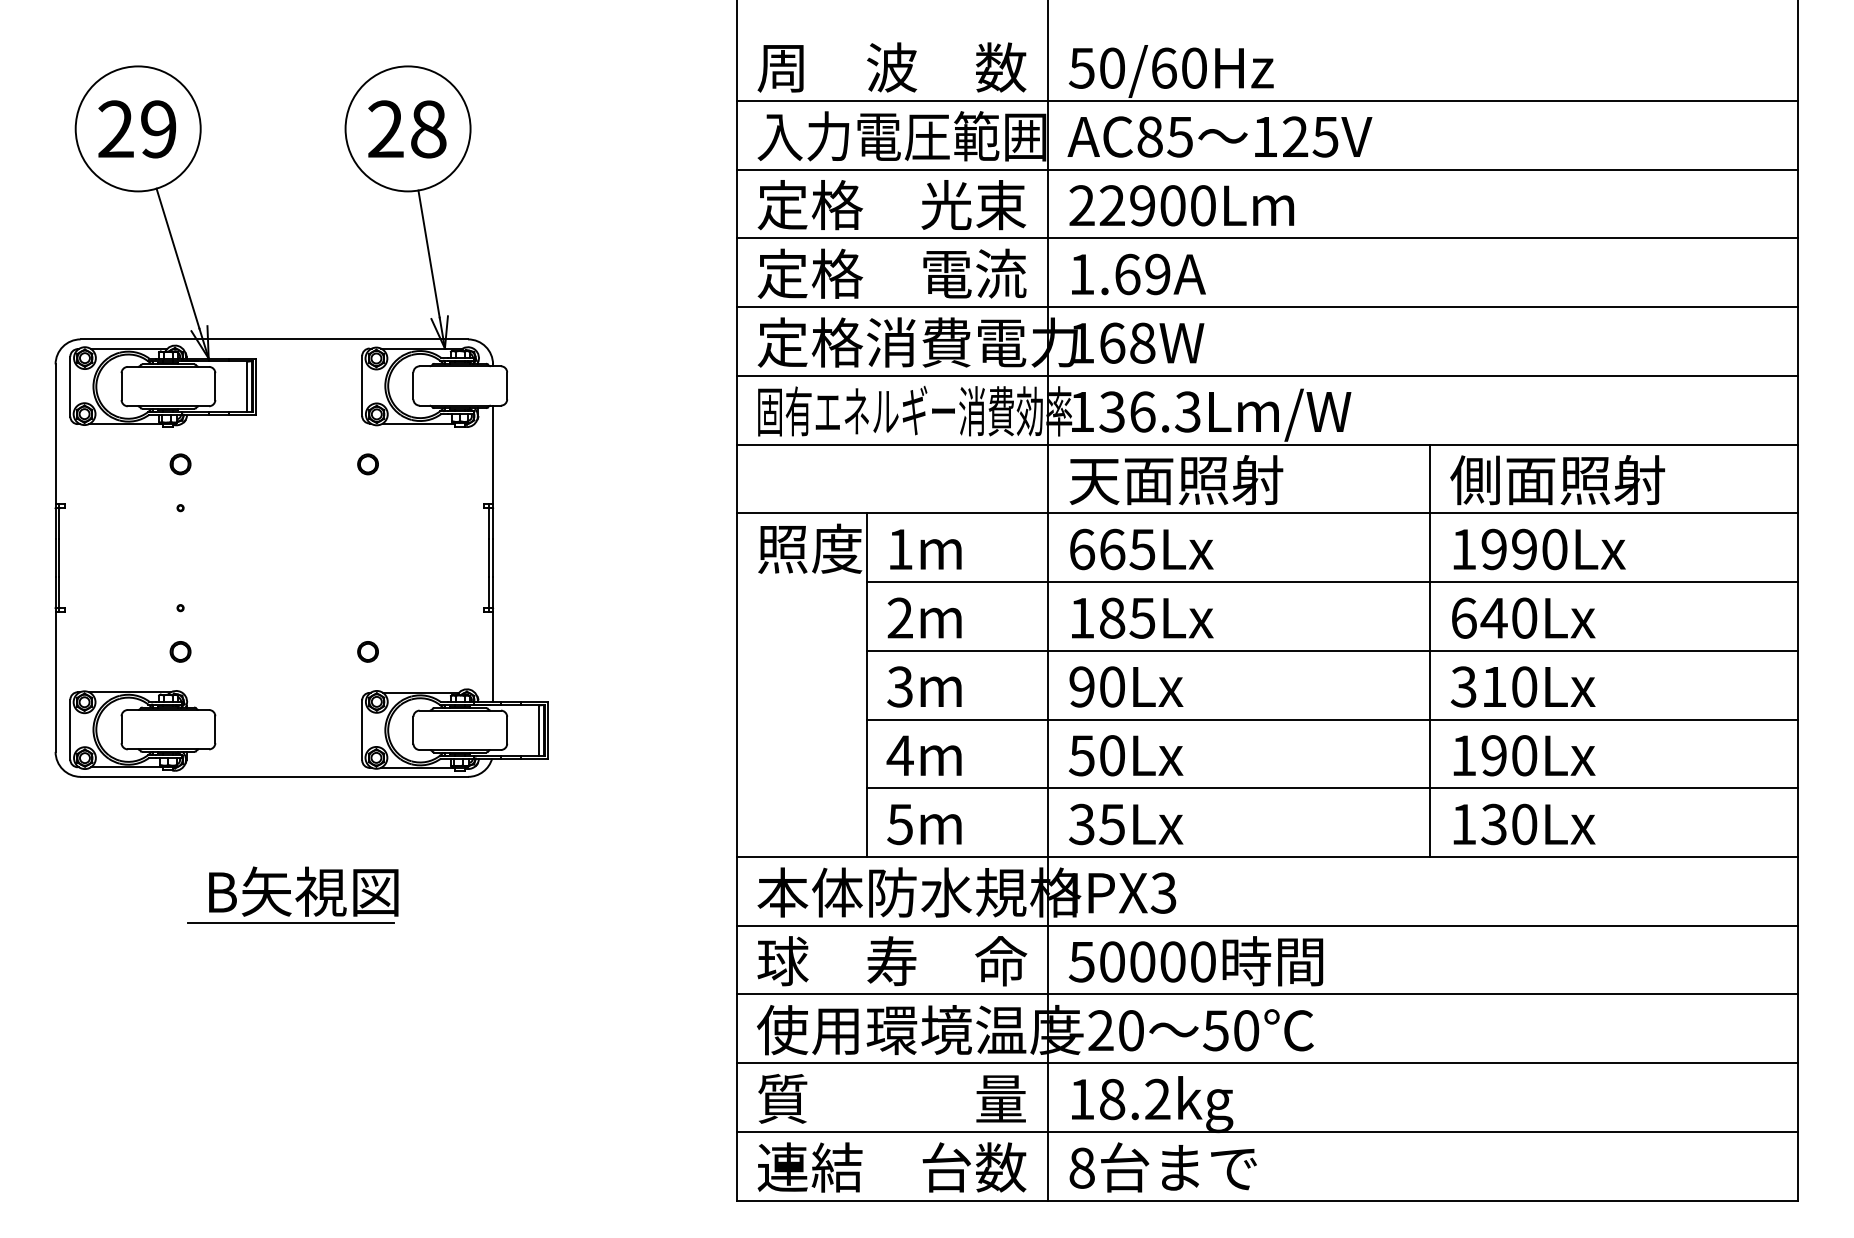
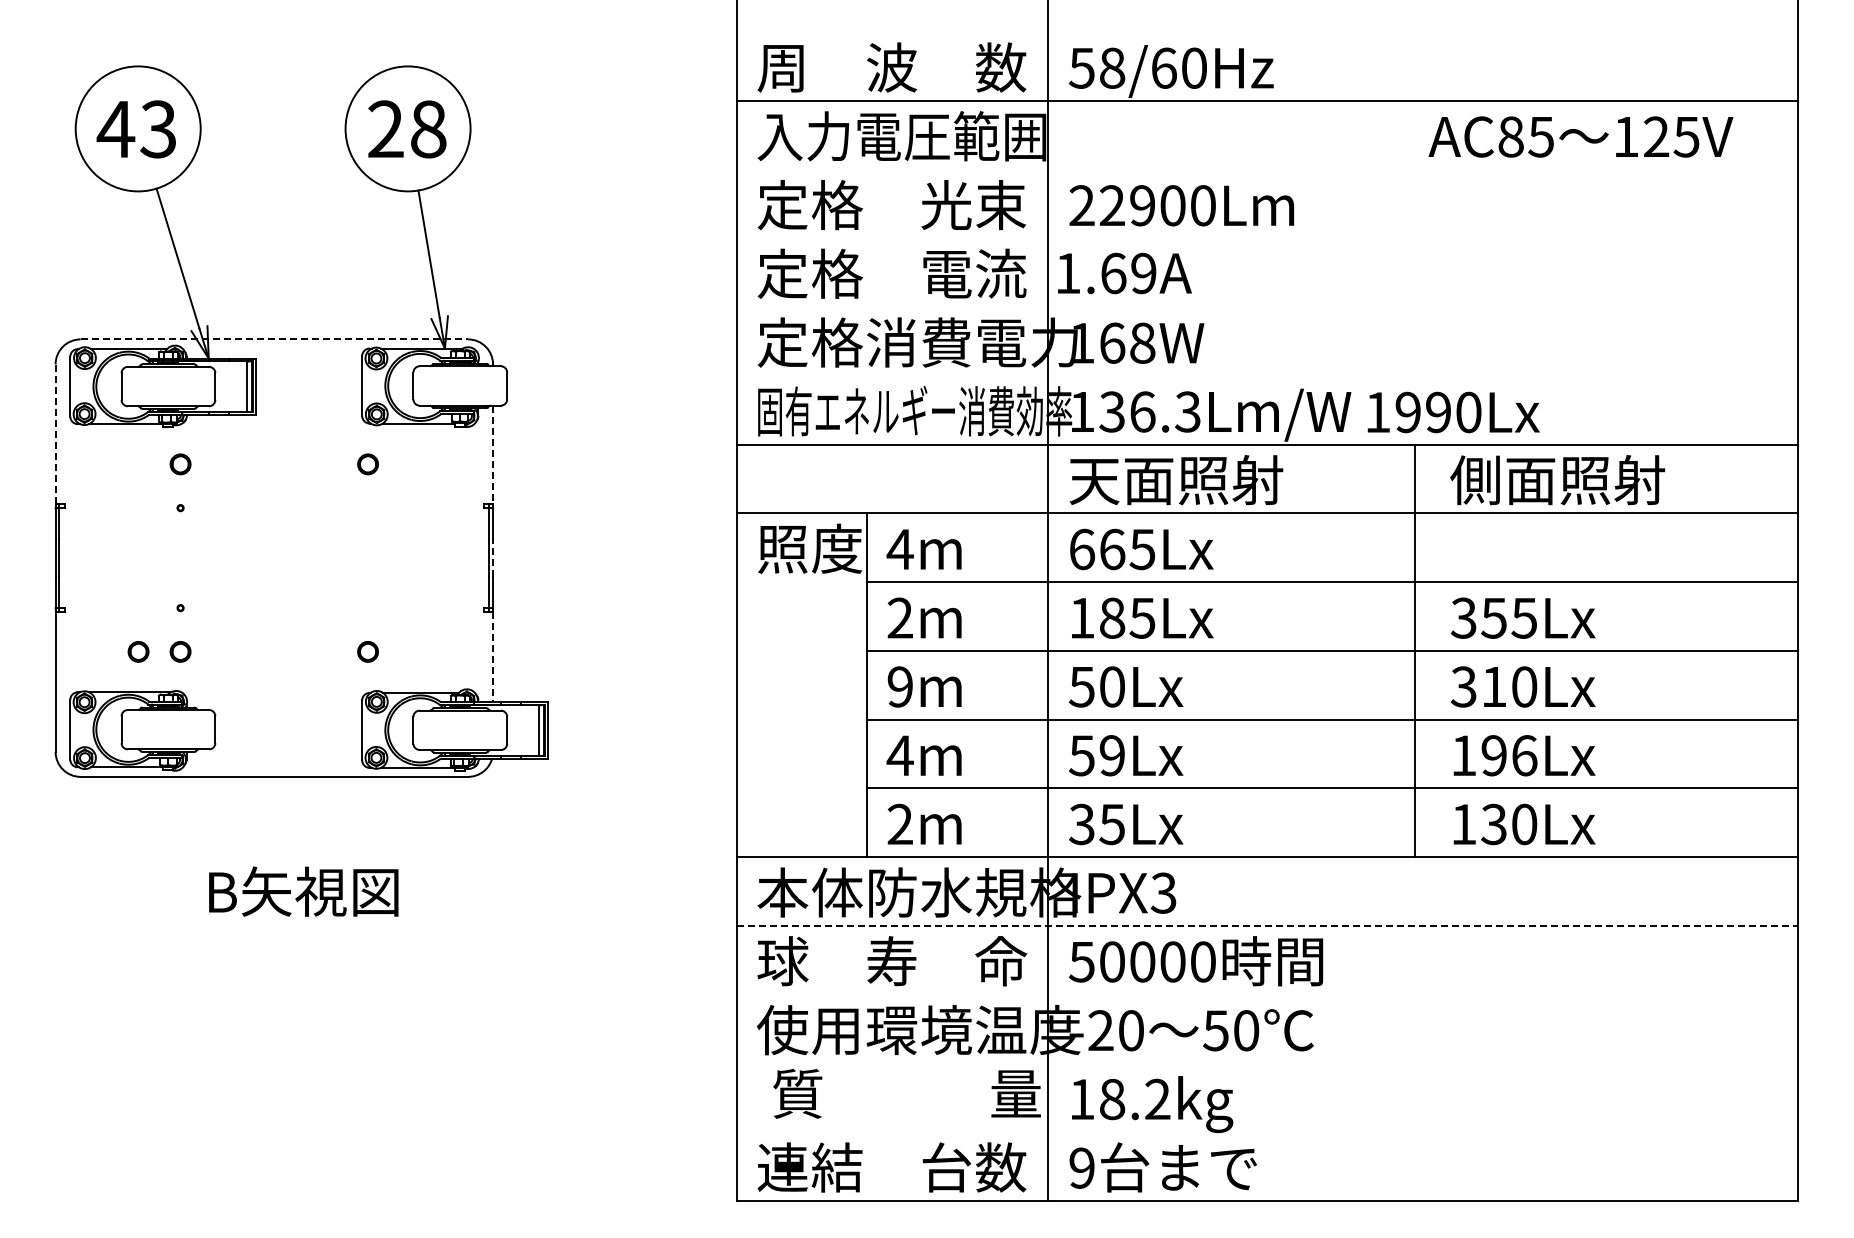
text at (1112, 67): 50/60Hz -> 58/60Hz
text at (136, 129): 29 -> 43
text at (1219, 136) position: (1219, 136) -> (1580, 136)
line at (1267, 169): present -> none
line at (1267, 238): present -> none
text at (1138, 274) position: (1138, 274) -> (1124, 273)
line at (1267, 307): present -> none
line at (274, 339): solid -> dashed
line at (1267, 375): present -> none
line at (55, 434): solid -> dashed
line at (493, 455): solid -> dashed
text at (899, 549): 1m -> 4m
text at (1539, 549) position: (1539, 549) -> (1453, 412)
line at (493, 558): solid -> dashed
text at (1493, 617): 640Lx -> 355Lx
line at (1430, 650) position: (1430, 650) -> (1415, 650)
part at (138, 651): none -> present
line at (493, 657): solid -> dashed
text at (899, 686): 3m -> 9m
text at (1081, 686): 90Lx -> 50Lx
text at (1111, 755): 50Lx -> 59Lx
text at (1524, 755): 190Lx -> 196Lx
text at (899, 824): 5m -> 2m
line at (290, 923): present -> none
line at (1267, 925): solid -> dashed
line at (1267, 994): present -> none
line at (1267, 1063): present -> none
text at (891, 1098) position: (891, 1098) -> (906, 1093)
line at (1267, 1131): present -> none
text at (1081, 1167): 8 -> 9
